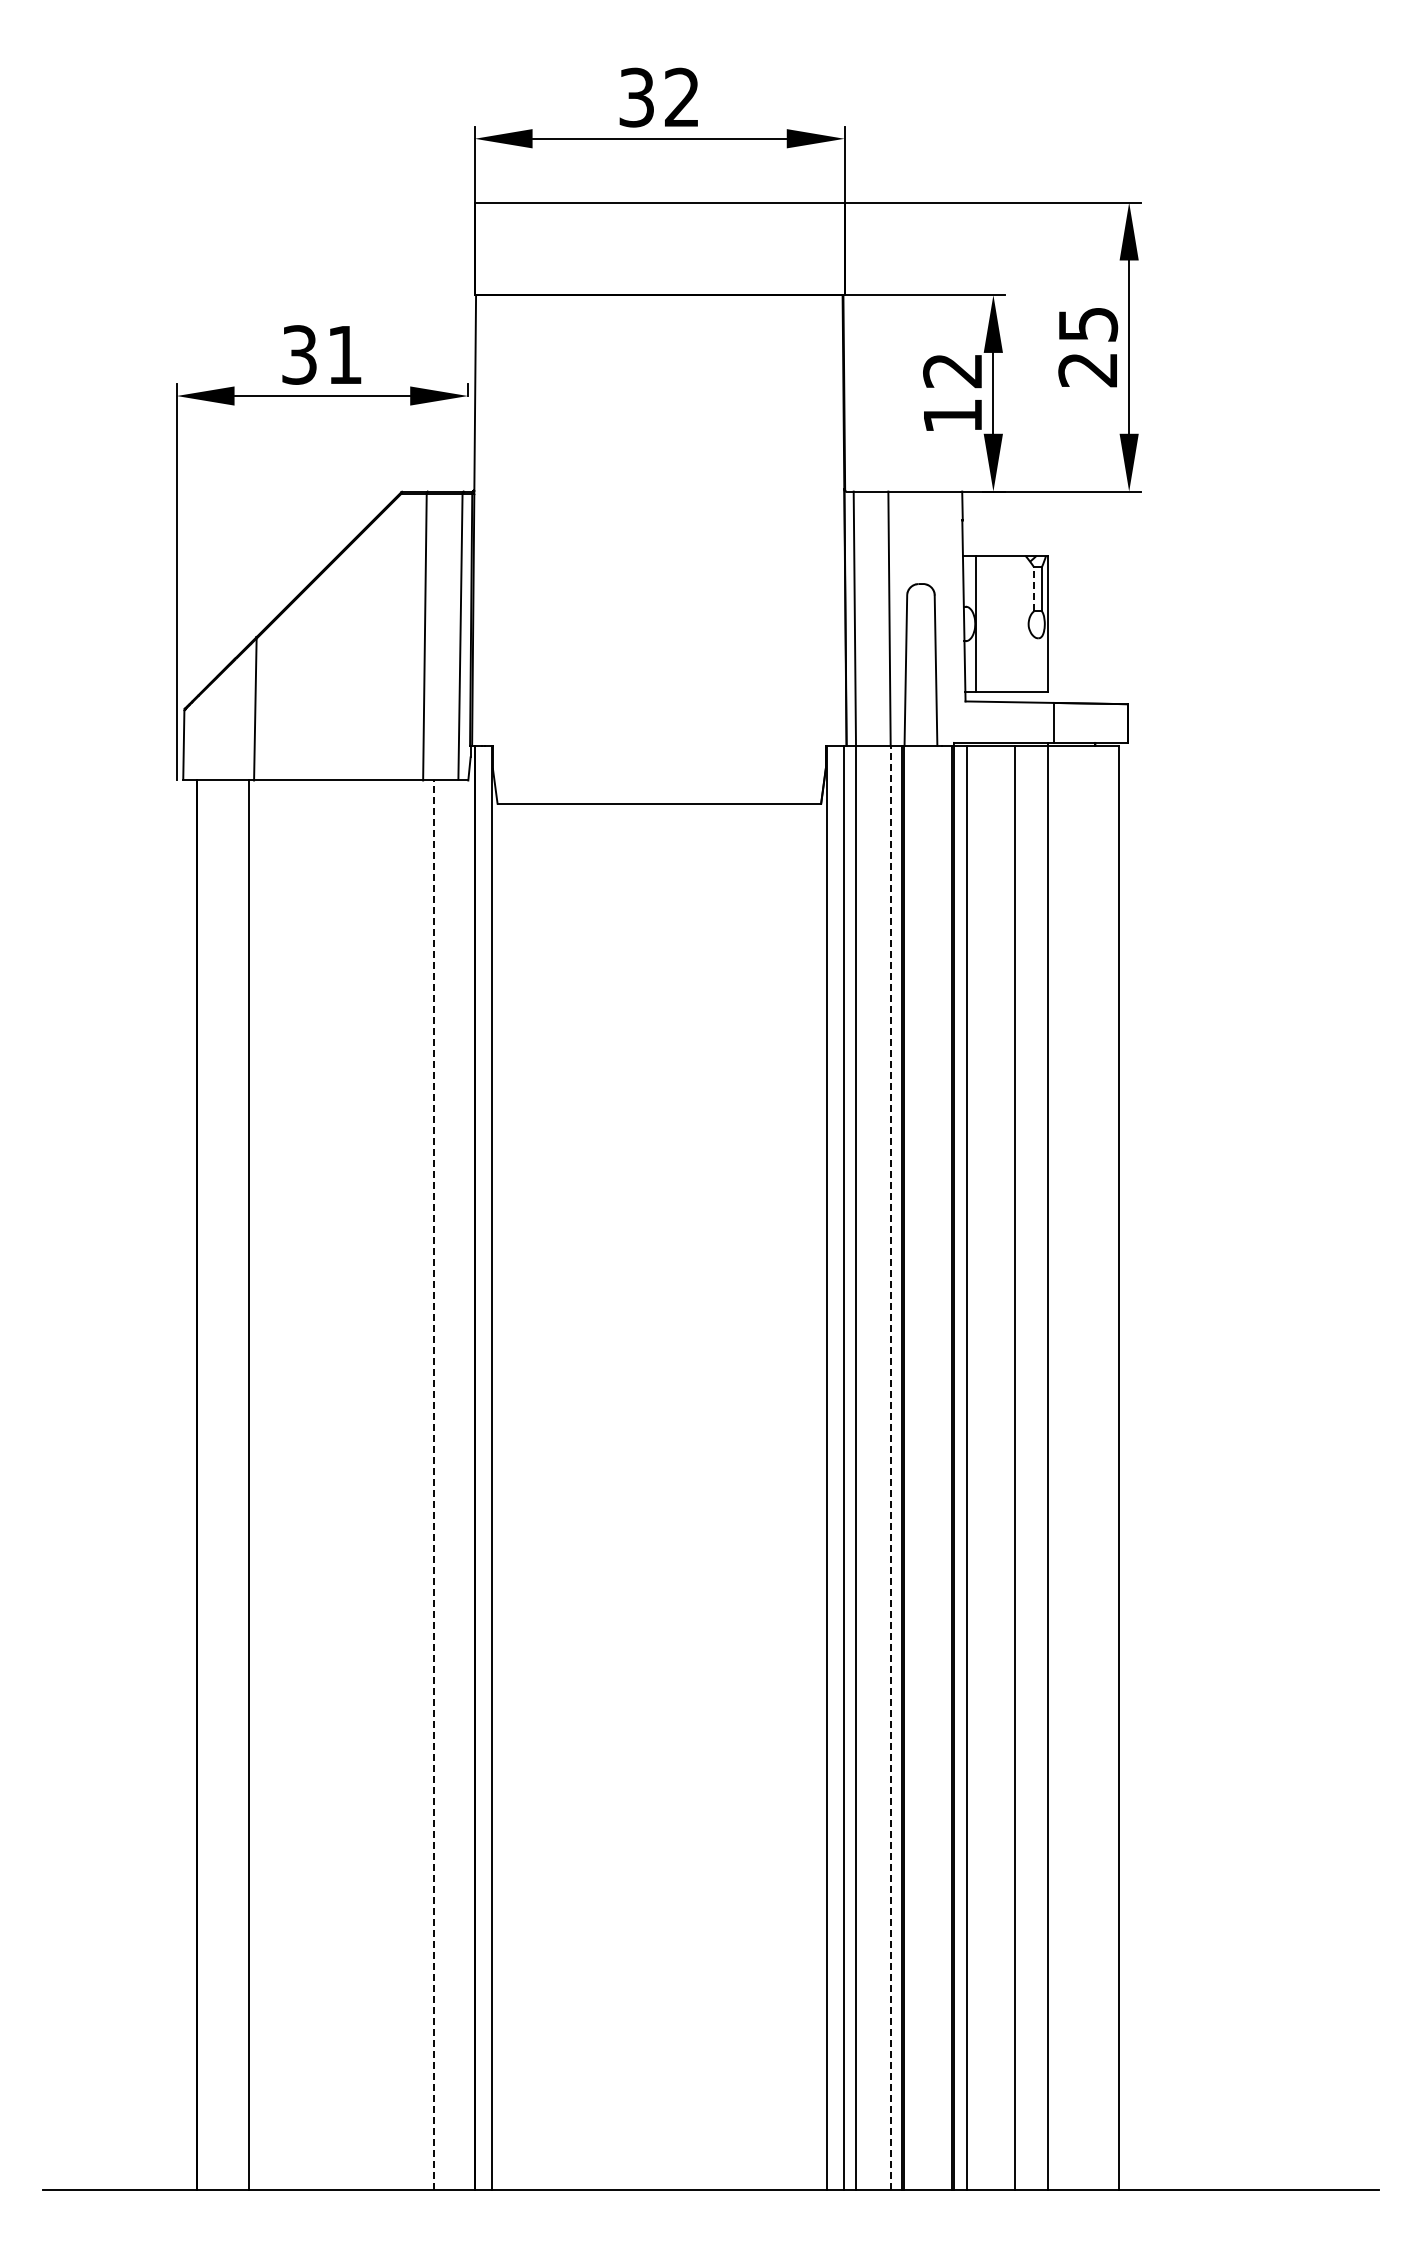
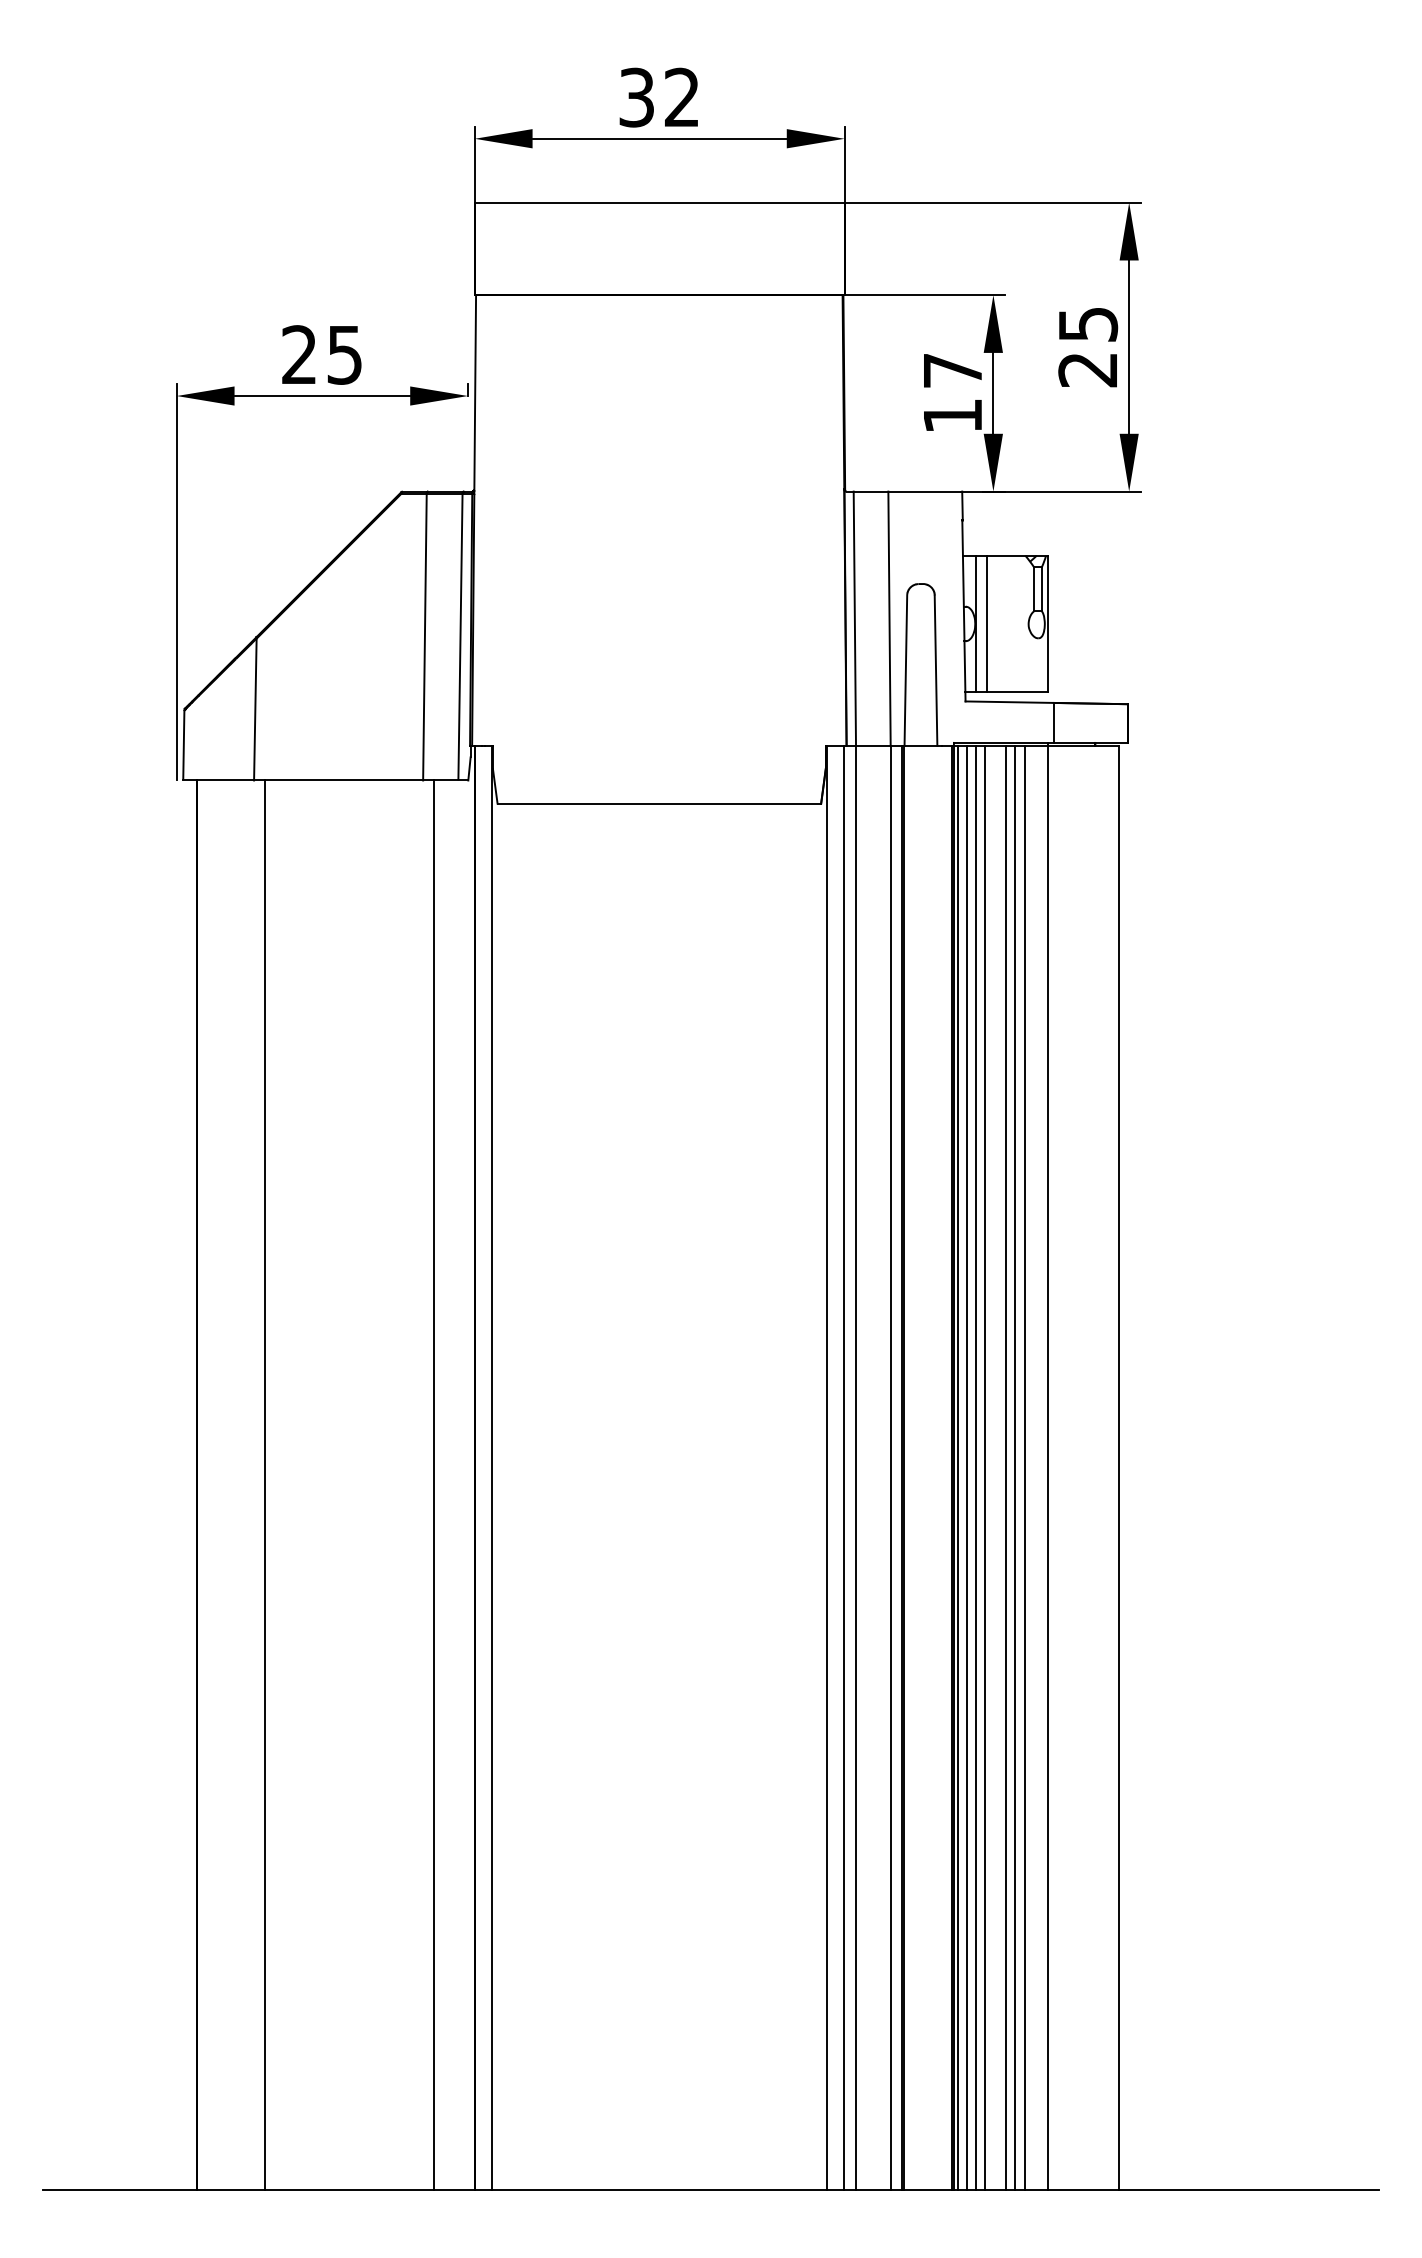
text at (321, 354): 31 -> 25
text at (952, 371): 12 -> 17
line at (1034, 588): dashed -> solid
line at (986, 623): none -> present
line at (890, 1467): dashed -> solid
line at (957, 1467): none -> present
line at (976, 1467): none -> present
line at (985, 1467): none -> present
line at (1006, 1467): none -> present
line at (1024, 1467): none -> present
line at (248, 1485) position: (248, 1485) -> (264, 1485)
line at (433, 1485): dashed -> solid
